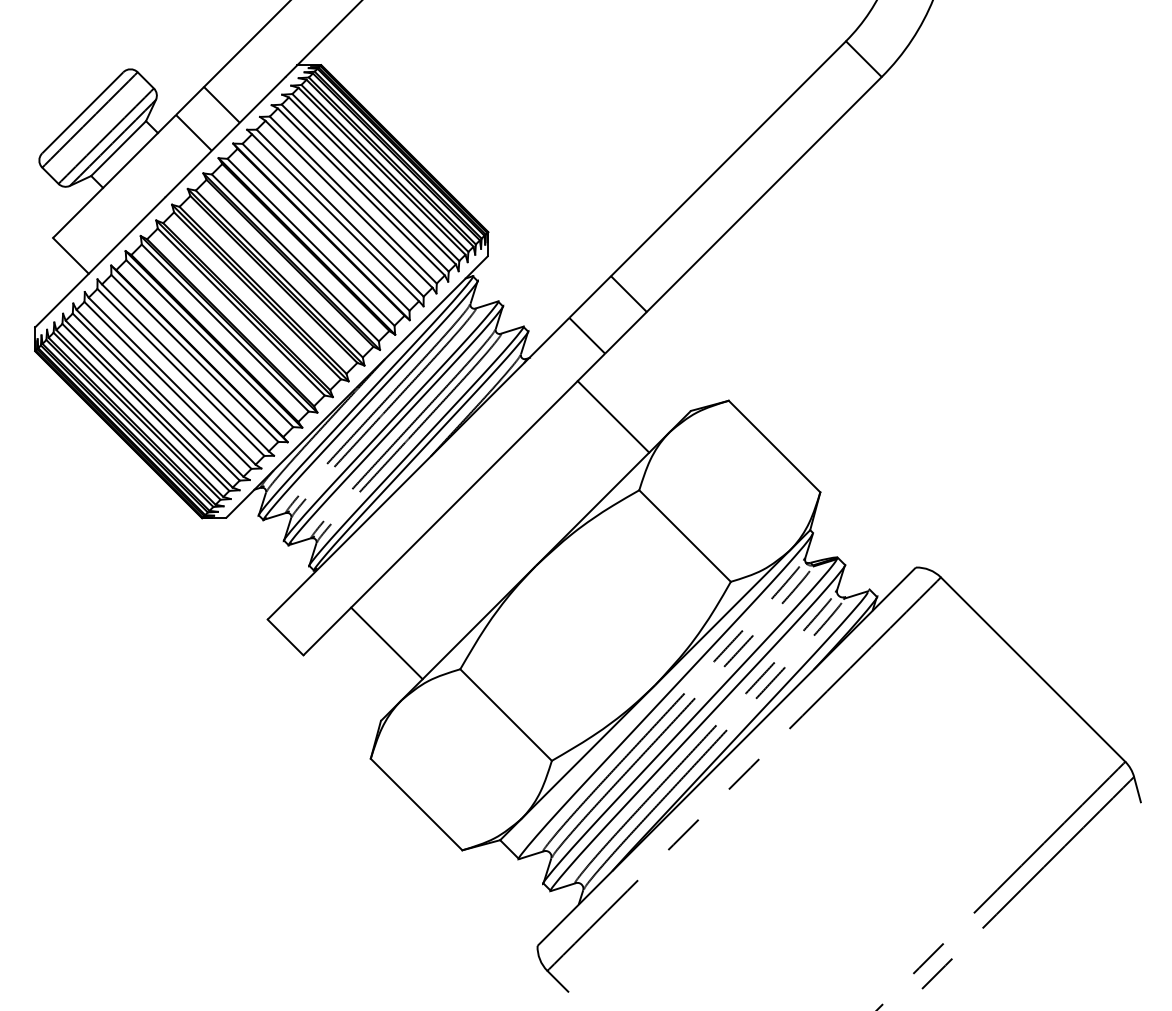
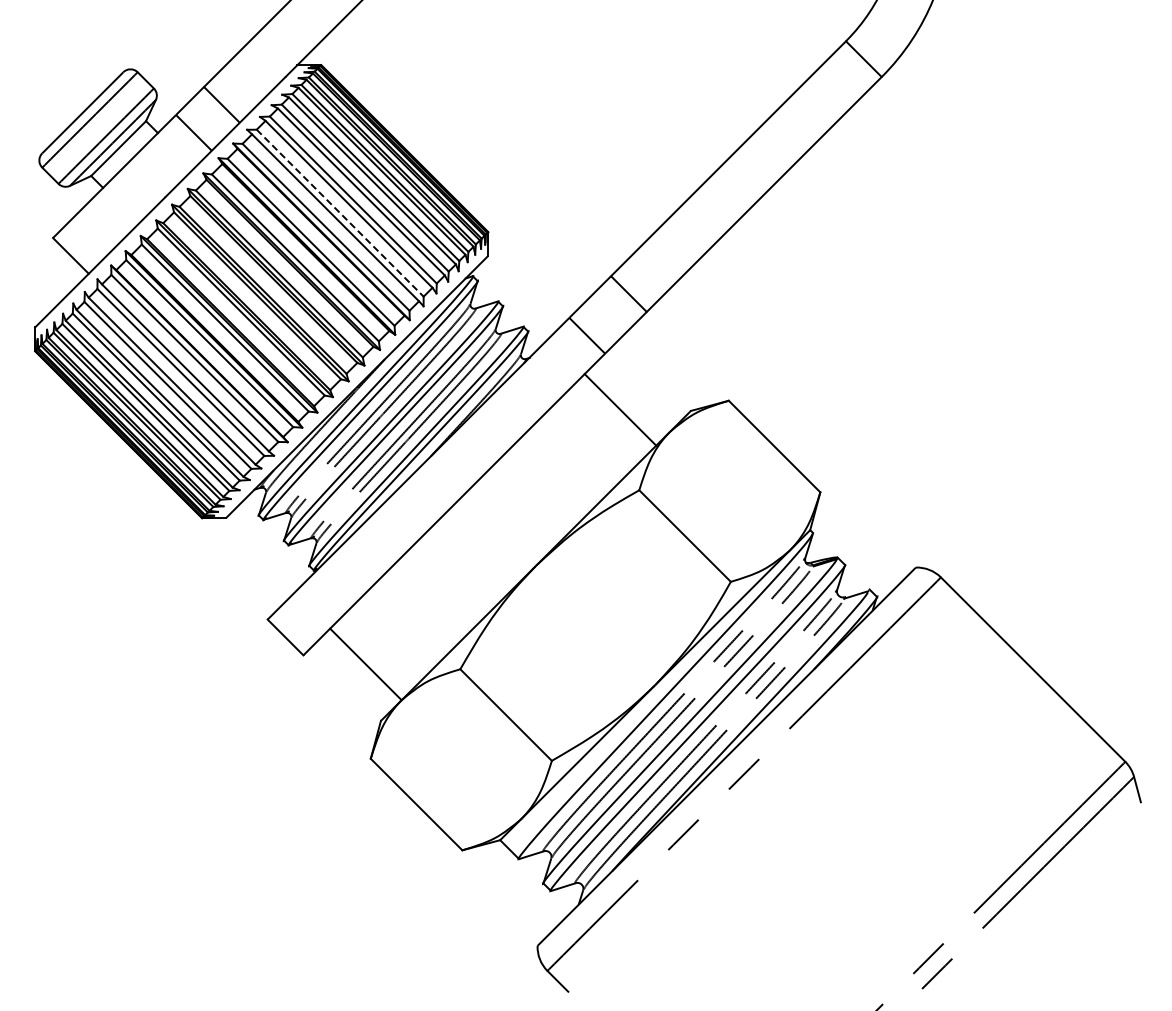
line at (340, 213): solid -> dashed
line at (613, 416) position: (613, 416) -> (620, 409)
line at (386, 643) position: (386, 643) -> (365, 664)
